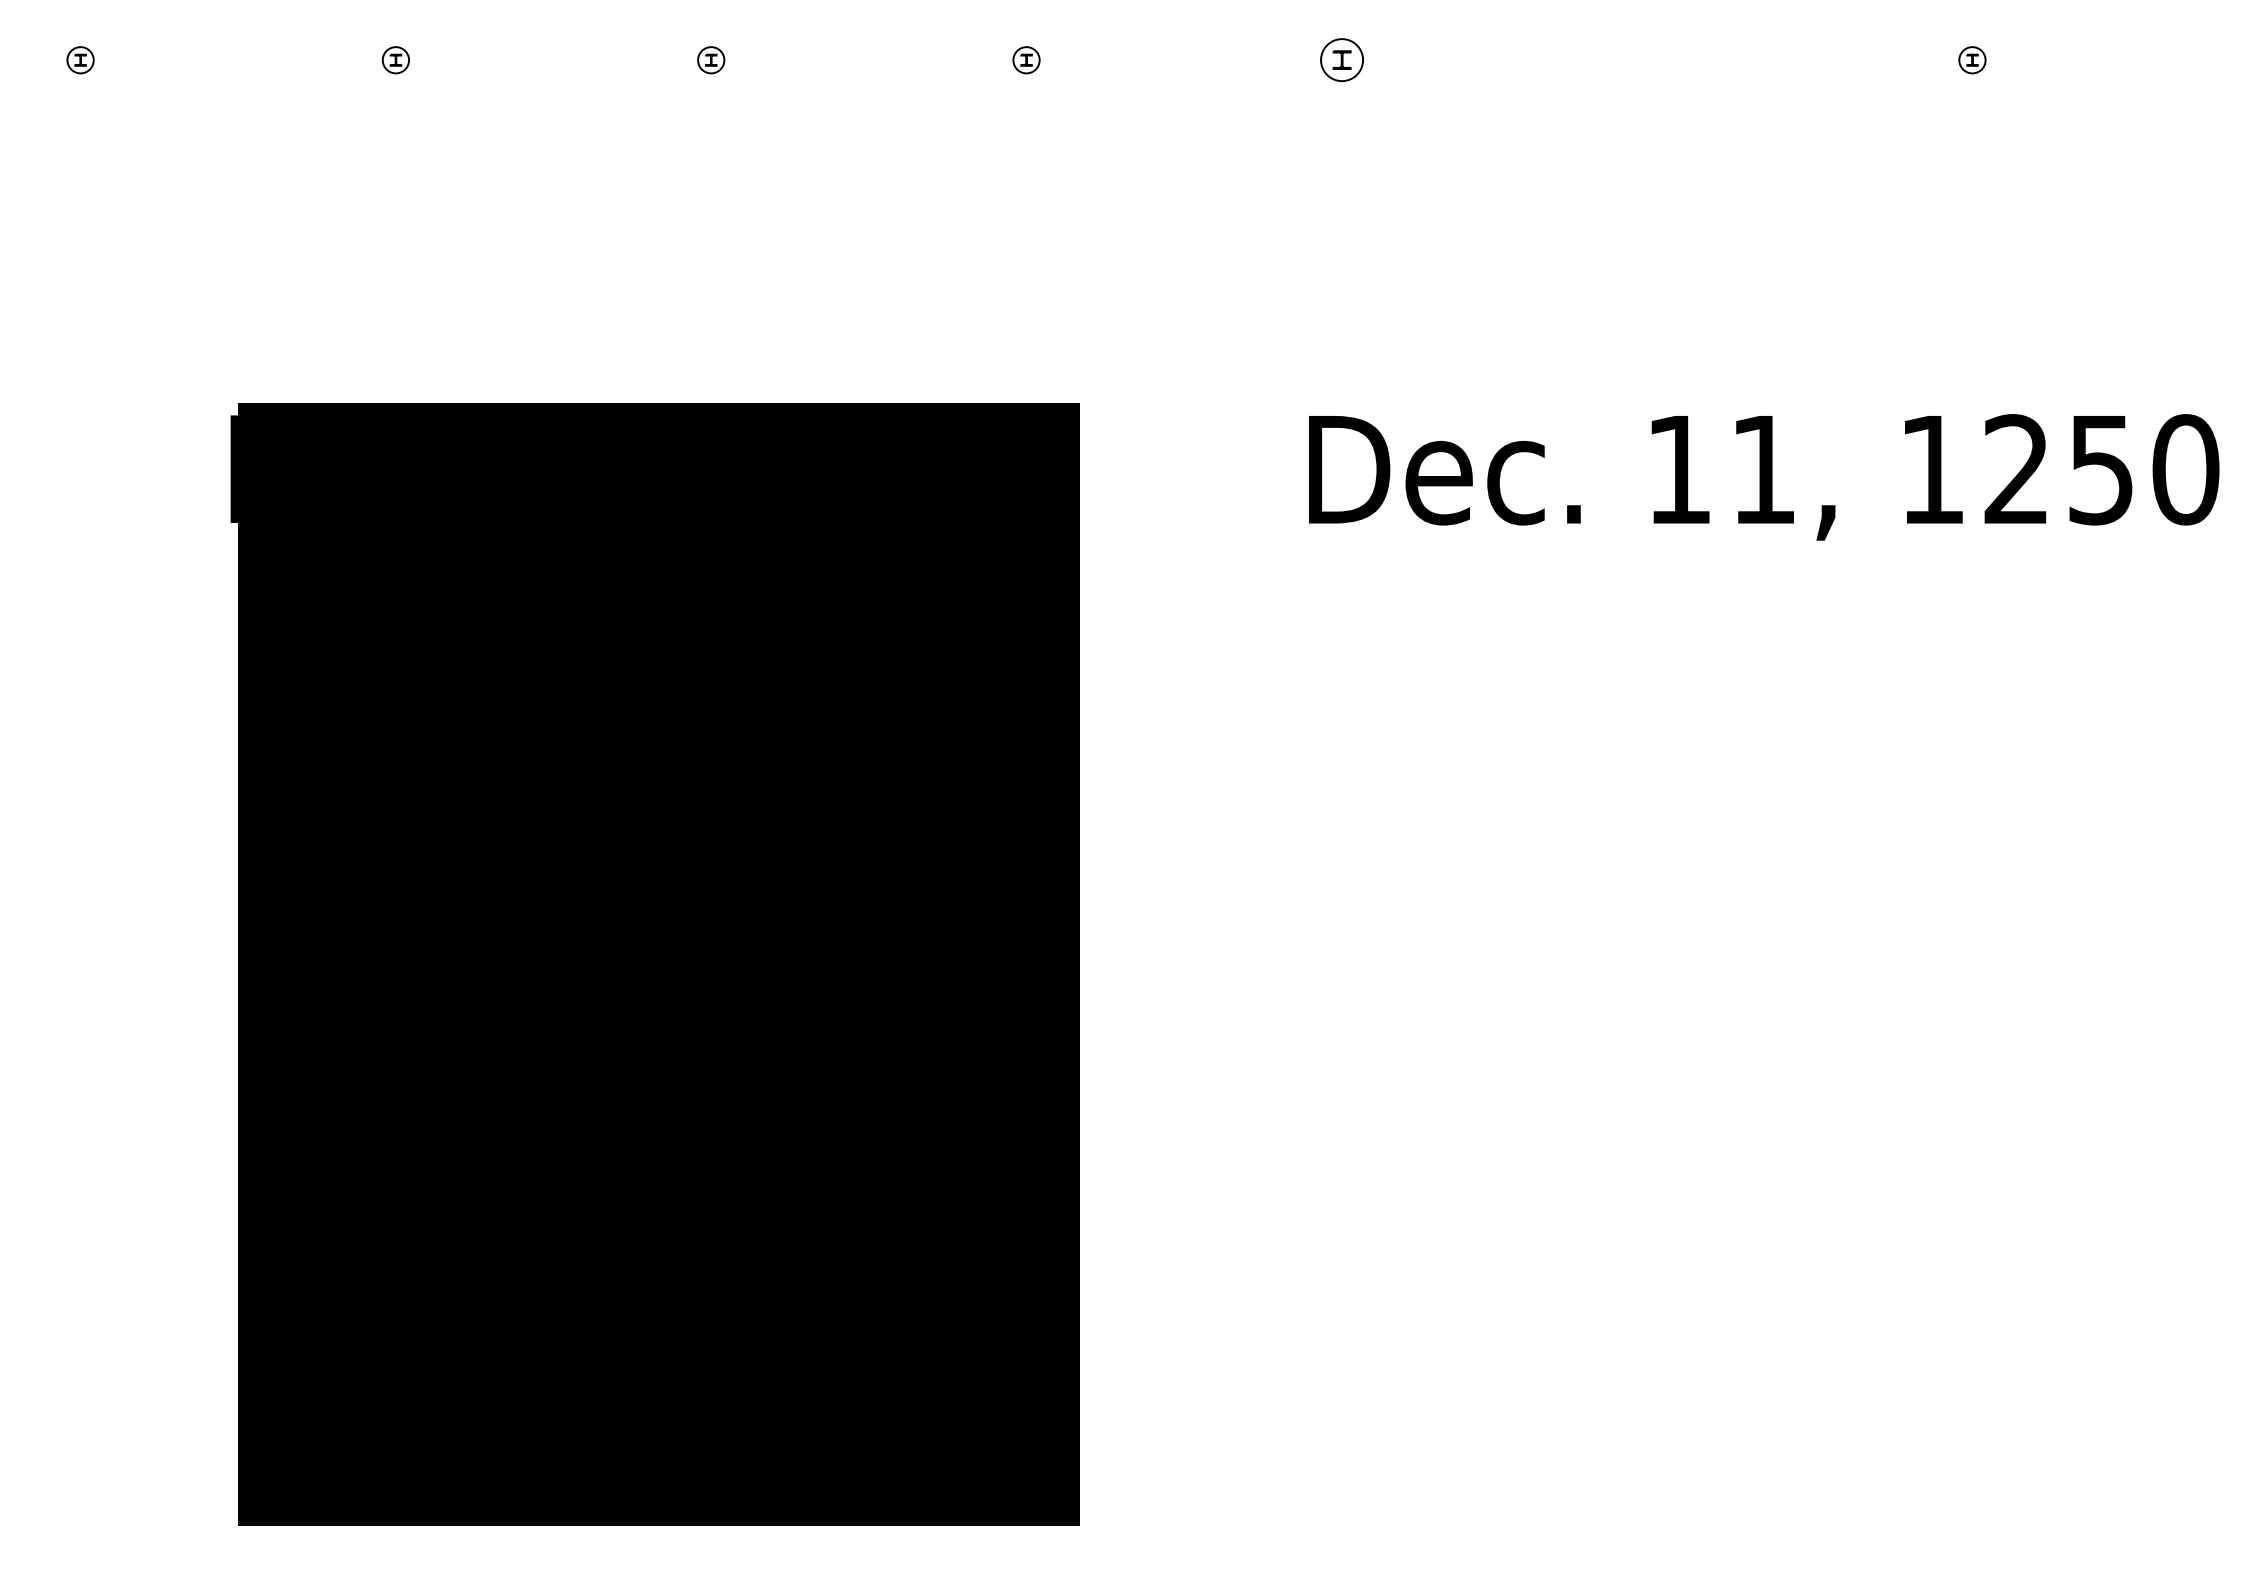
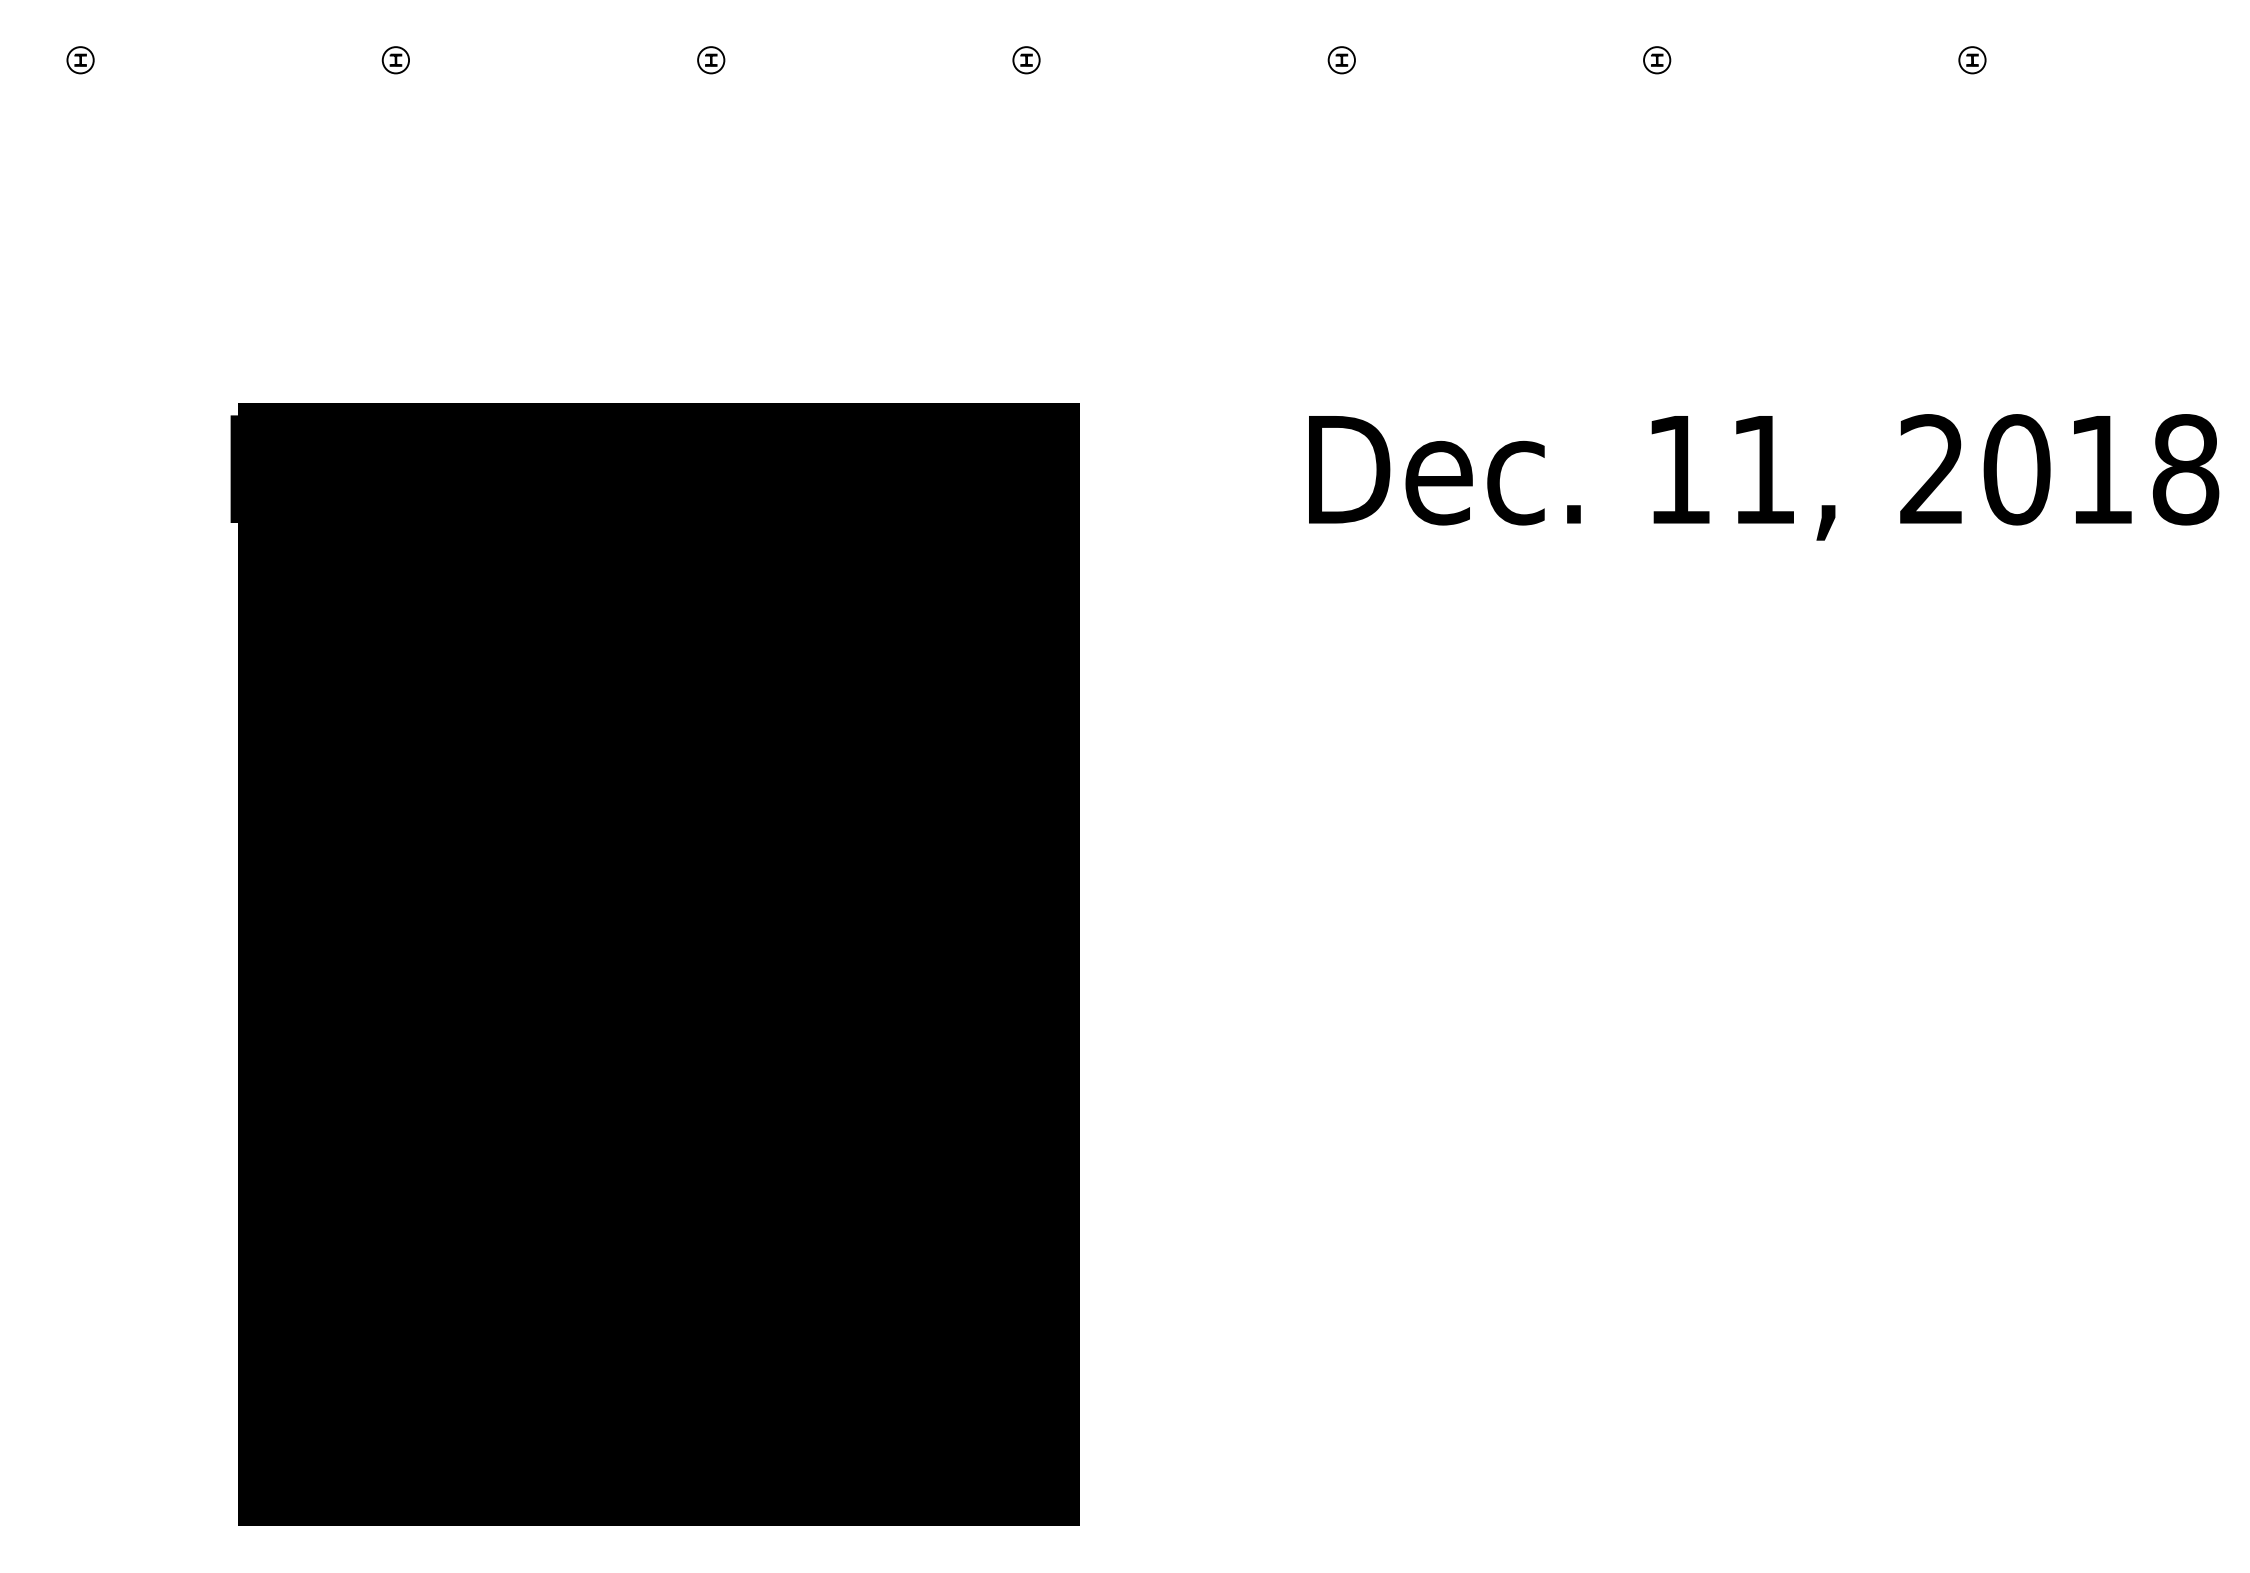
part at (1341, 59) size: 44x44 px -> 29x29 px
part at (1657, 60): none -> present
text at (2059, 469): 1250 -> 2018
